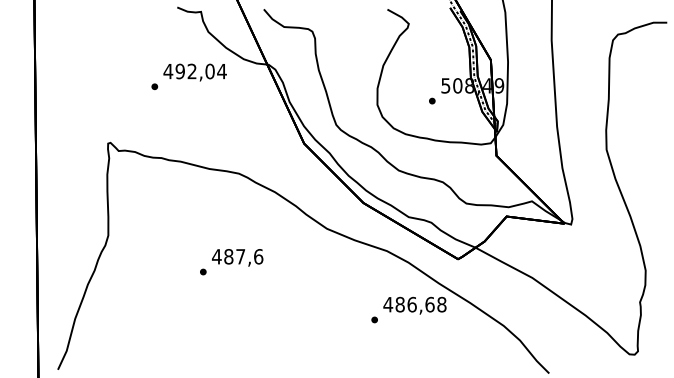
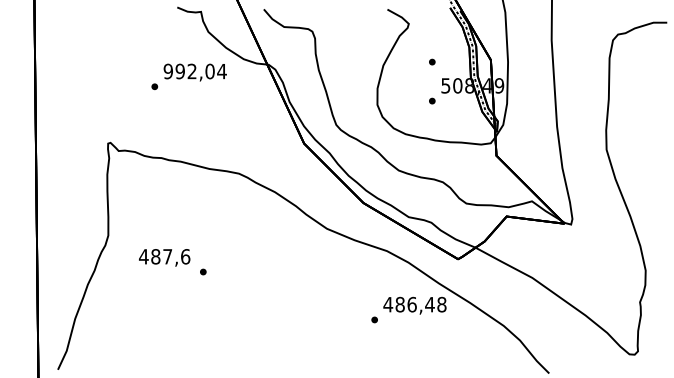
part at (432, 61): none -> present
text at (168, 71): 492,04 -> 992,04
text at (237, 257) position: (237, 257) -> (164, 257)
text at (429, 304): 486,68 -> 486,48
